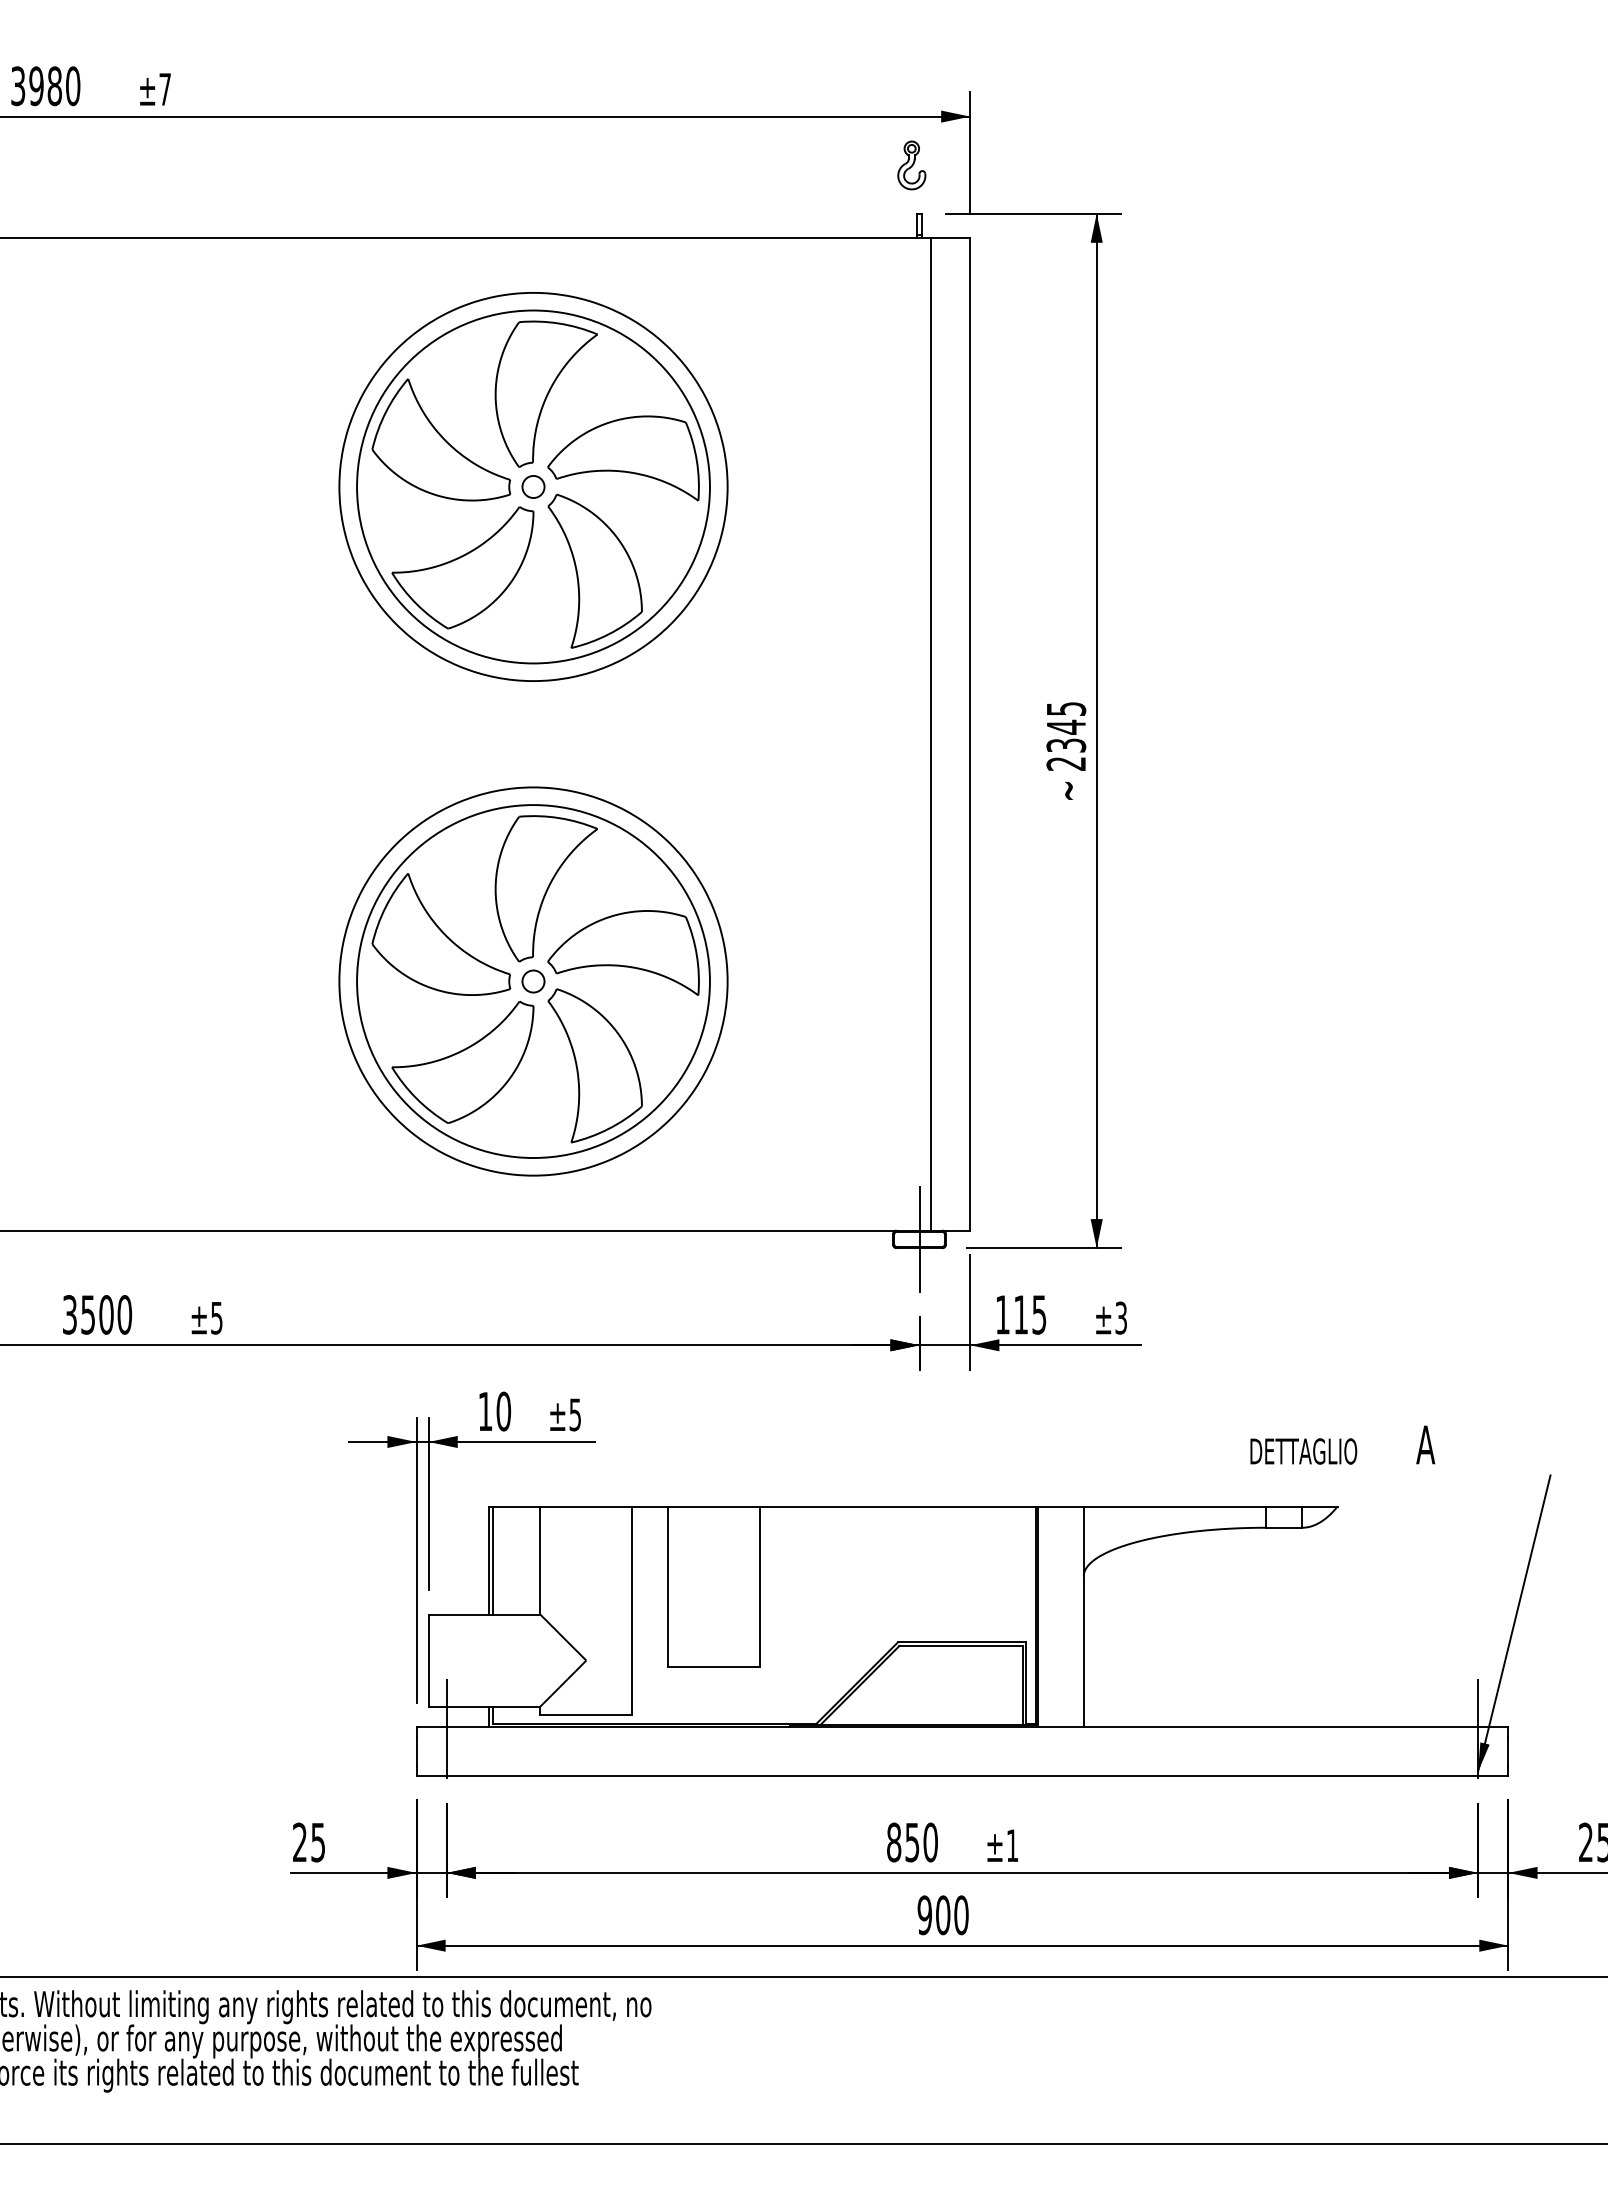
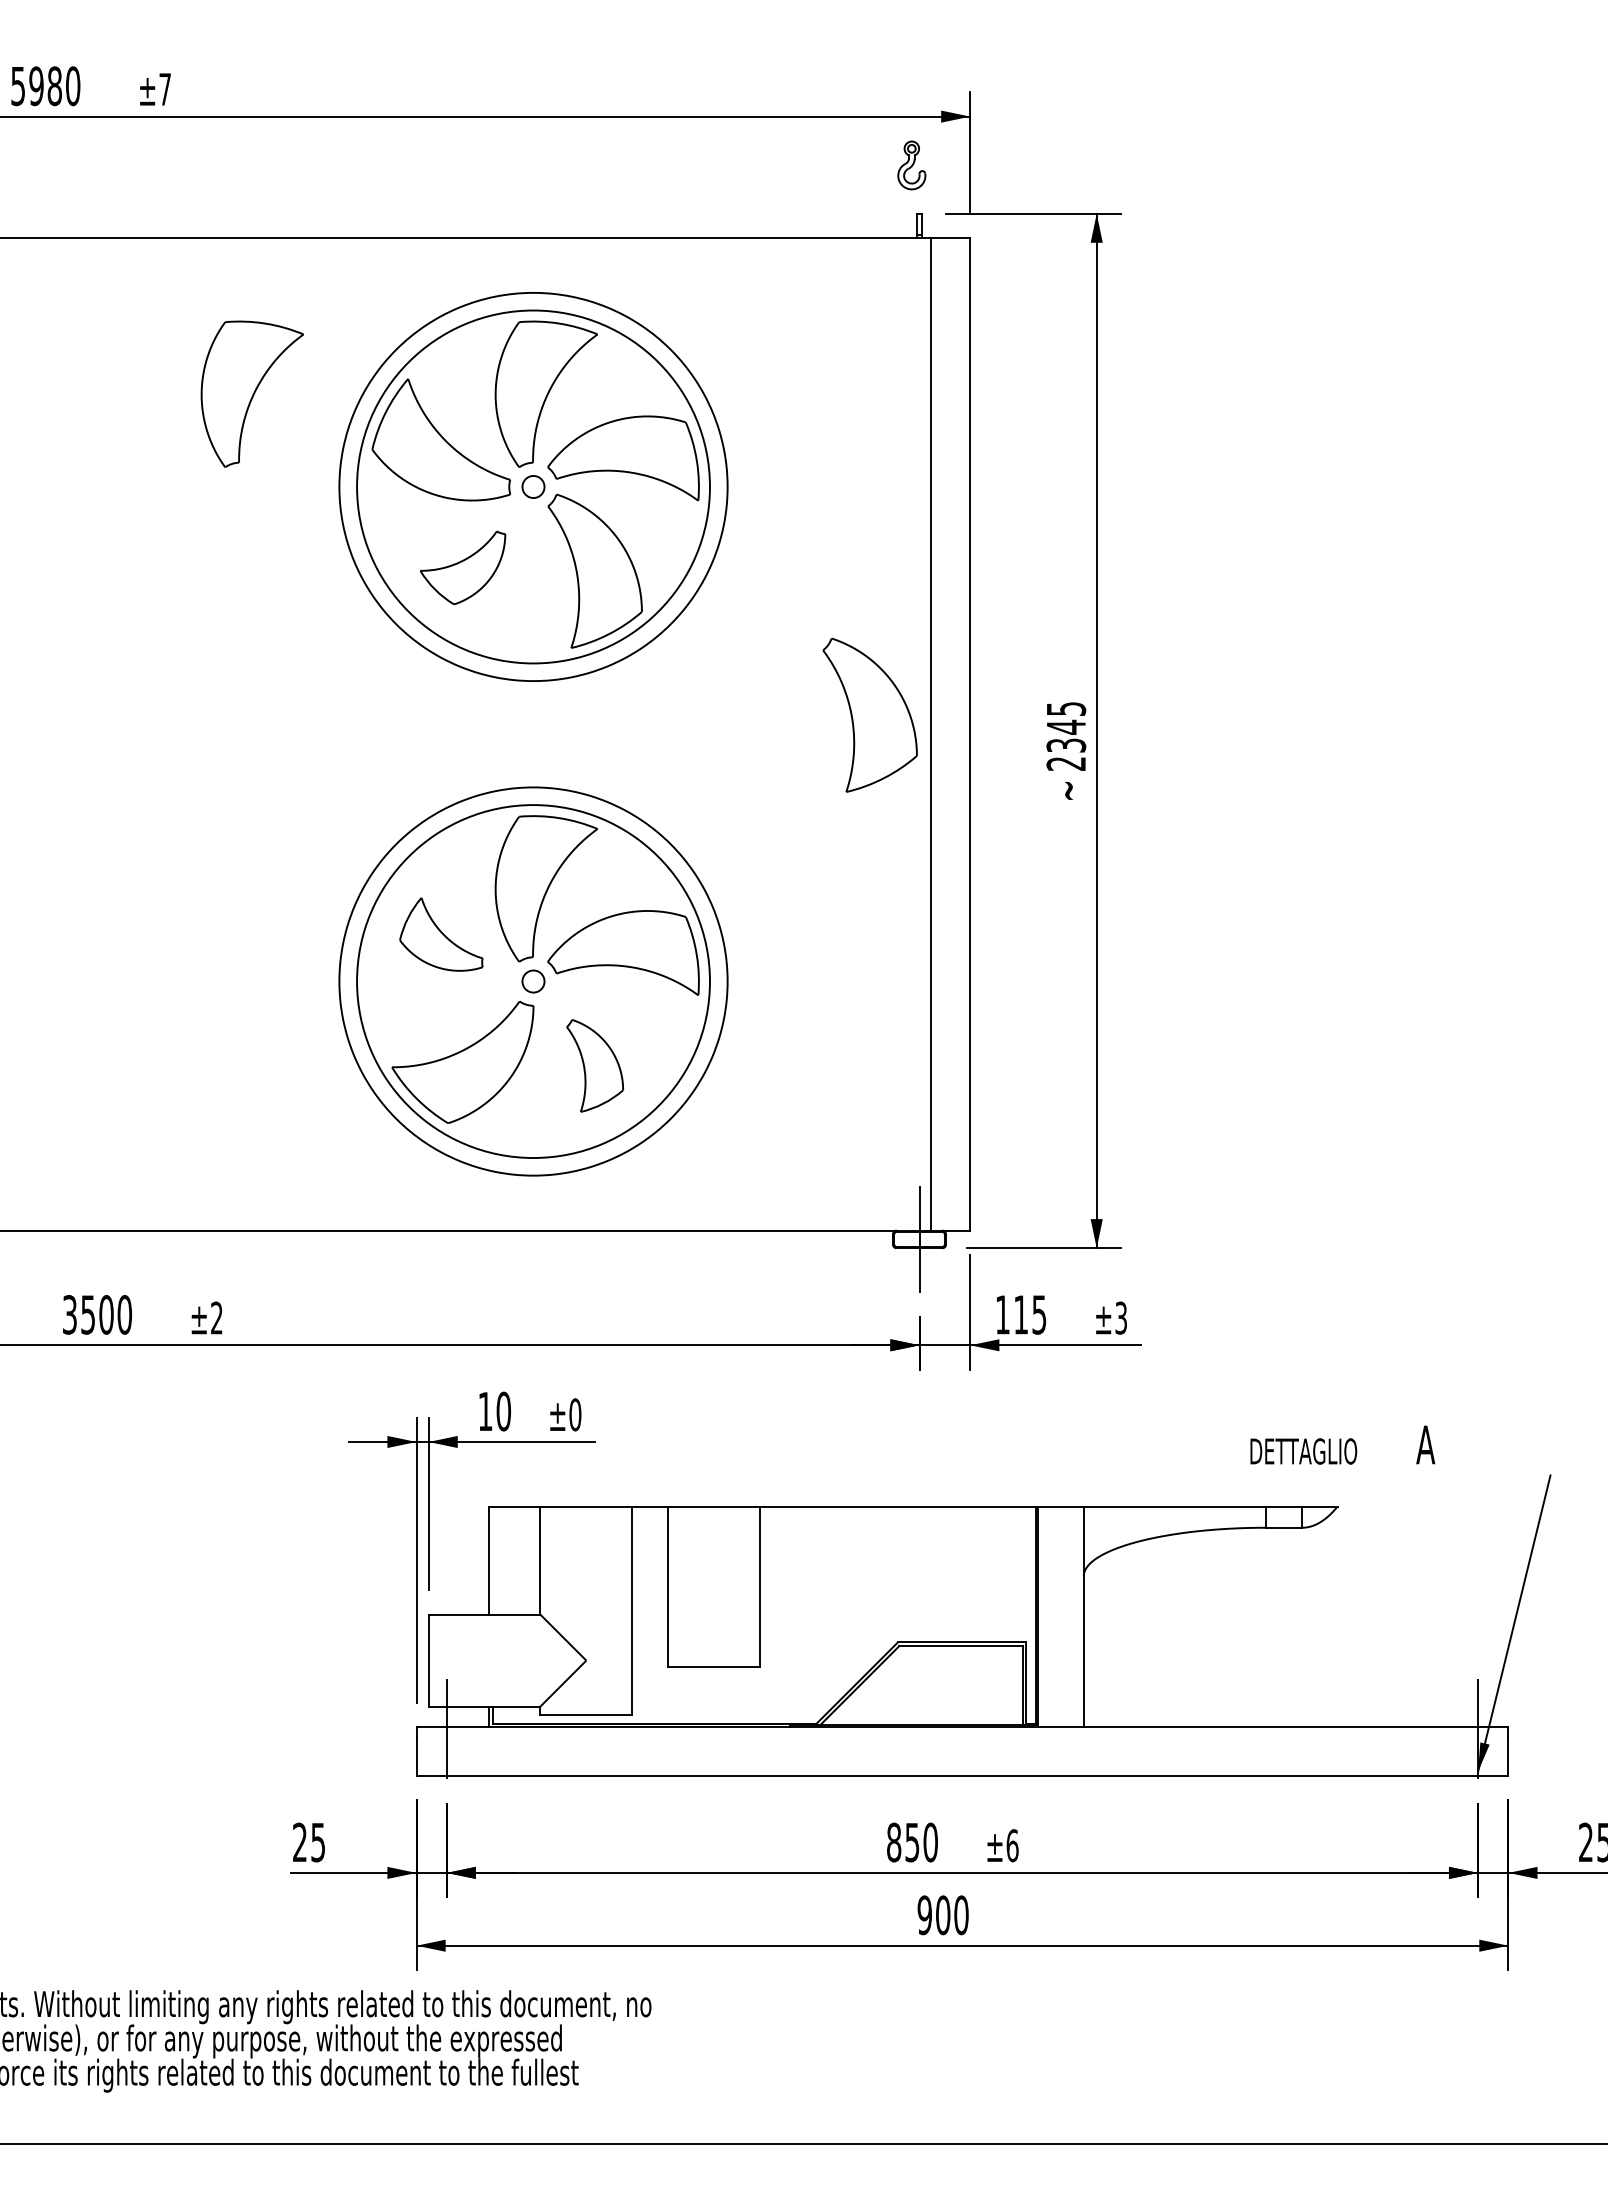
text at (18, 85): 3980 -> 5980
part at (251, 393): none -> present
part at (462, 567) size: 144x124 px -> 88x76 px
part at (869, 714): none -> present
part at (441, 934) size: 141x123 px -> 85x75 px
part at (594, 1065) size: 96x156 px -> 59x94 px
text at (216, 1317): ±5 -> ±2
text at (575, 1414): ±5 -> ±0
line at (492, 1560): present -> none
text at (1012, 1845): ±1 -> ±6
line at (803, 1977): present -> none
